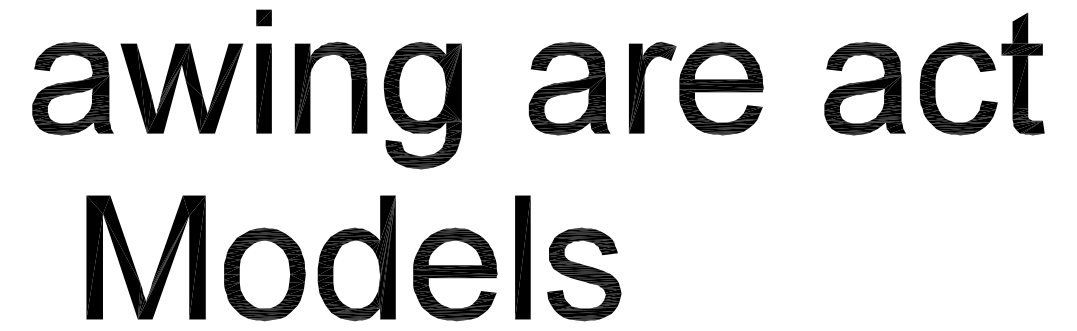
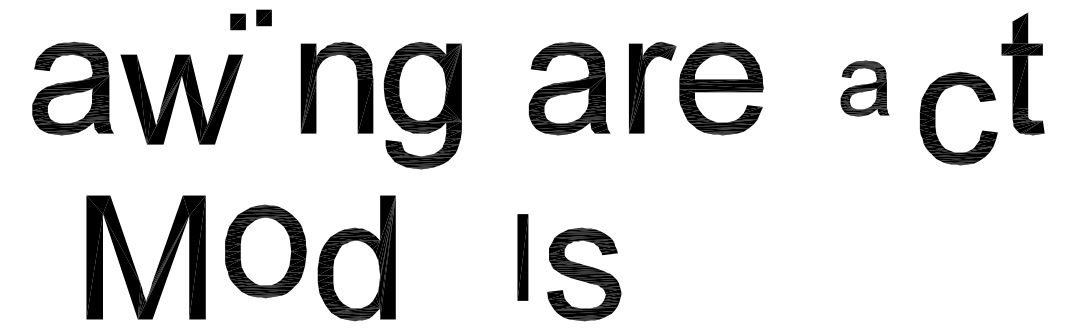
part at (237, 21): none -> present
part at (310, 87) position: (310, 87) -> (316, 87)
part at (181, 88) position: (181, 88) -> (181, 99)
part at (263, 88): present -> none
part at (864, 88) size: 82x95 px -> 50x57 px
part at (935, 88) position: (935, 88) -> (935, 118)
part at (522, 257) size: 16x125 px -> 12x87 px
part at (264, 274) position: (264, 274) -> (265, 251)
part at (455, 274): present -> none
